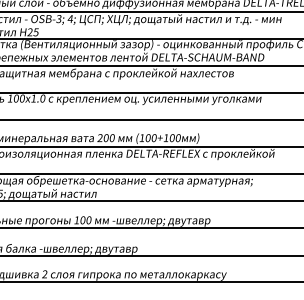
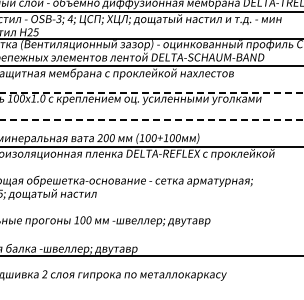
line at (152, 92): solid -> dashed
line at (152, 119): solid -> dashed
line at (151, 173): present -> none
line at (151, 200): present -> none
line at (151, 227): present -> none
line at (151, 281): present -> none
